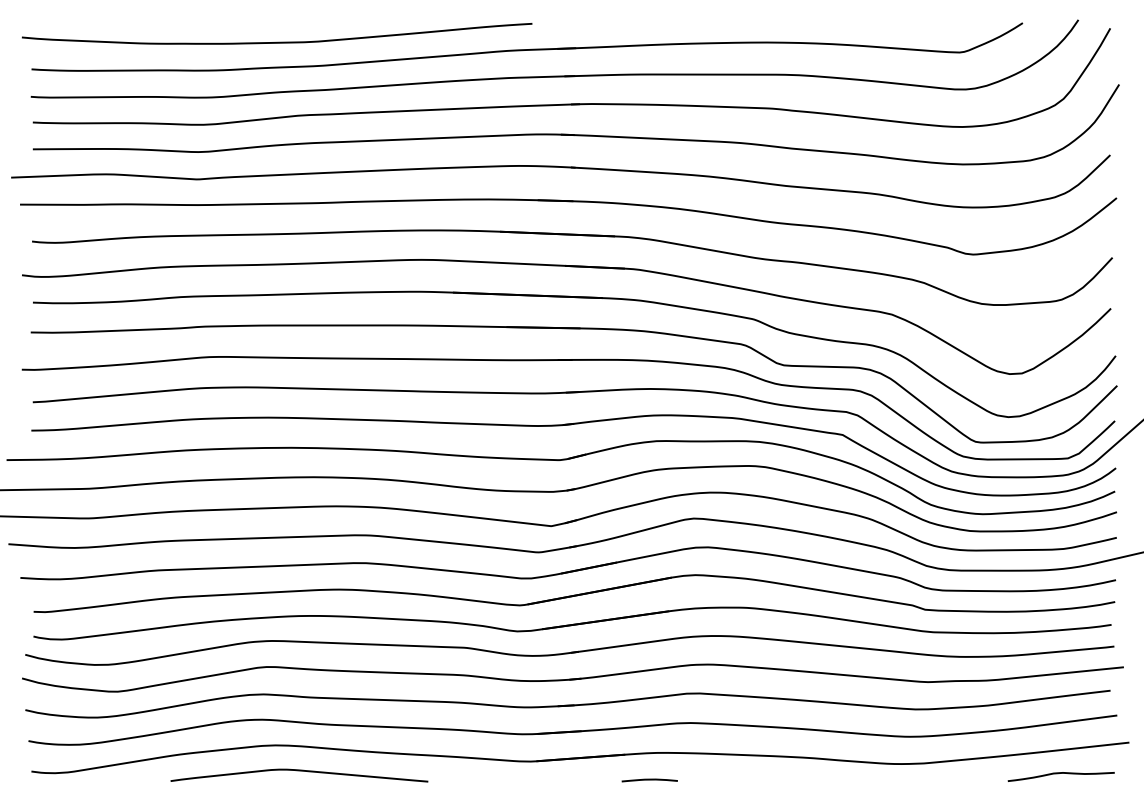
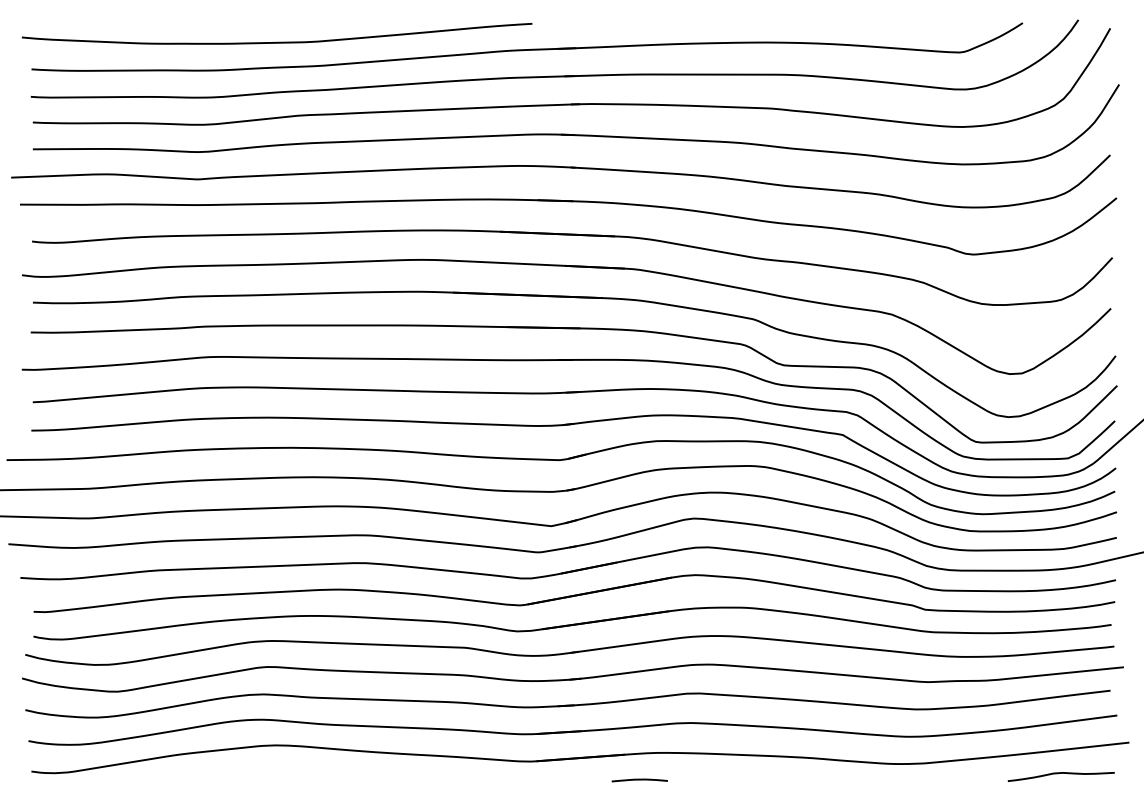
curve at (299, 771): present -> none
curve at (649, 780) position: (649, 780) -> (639, 780)
